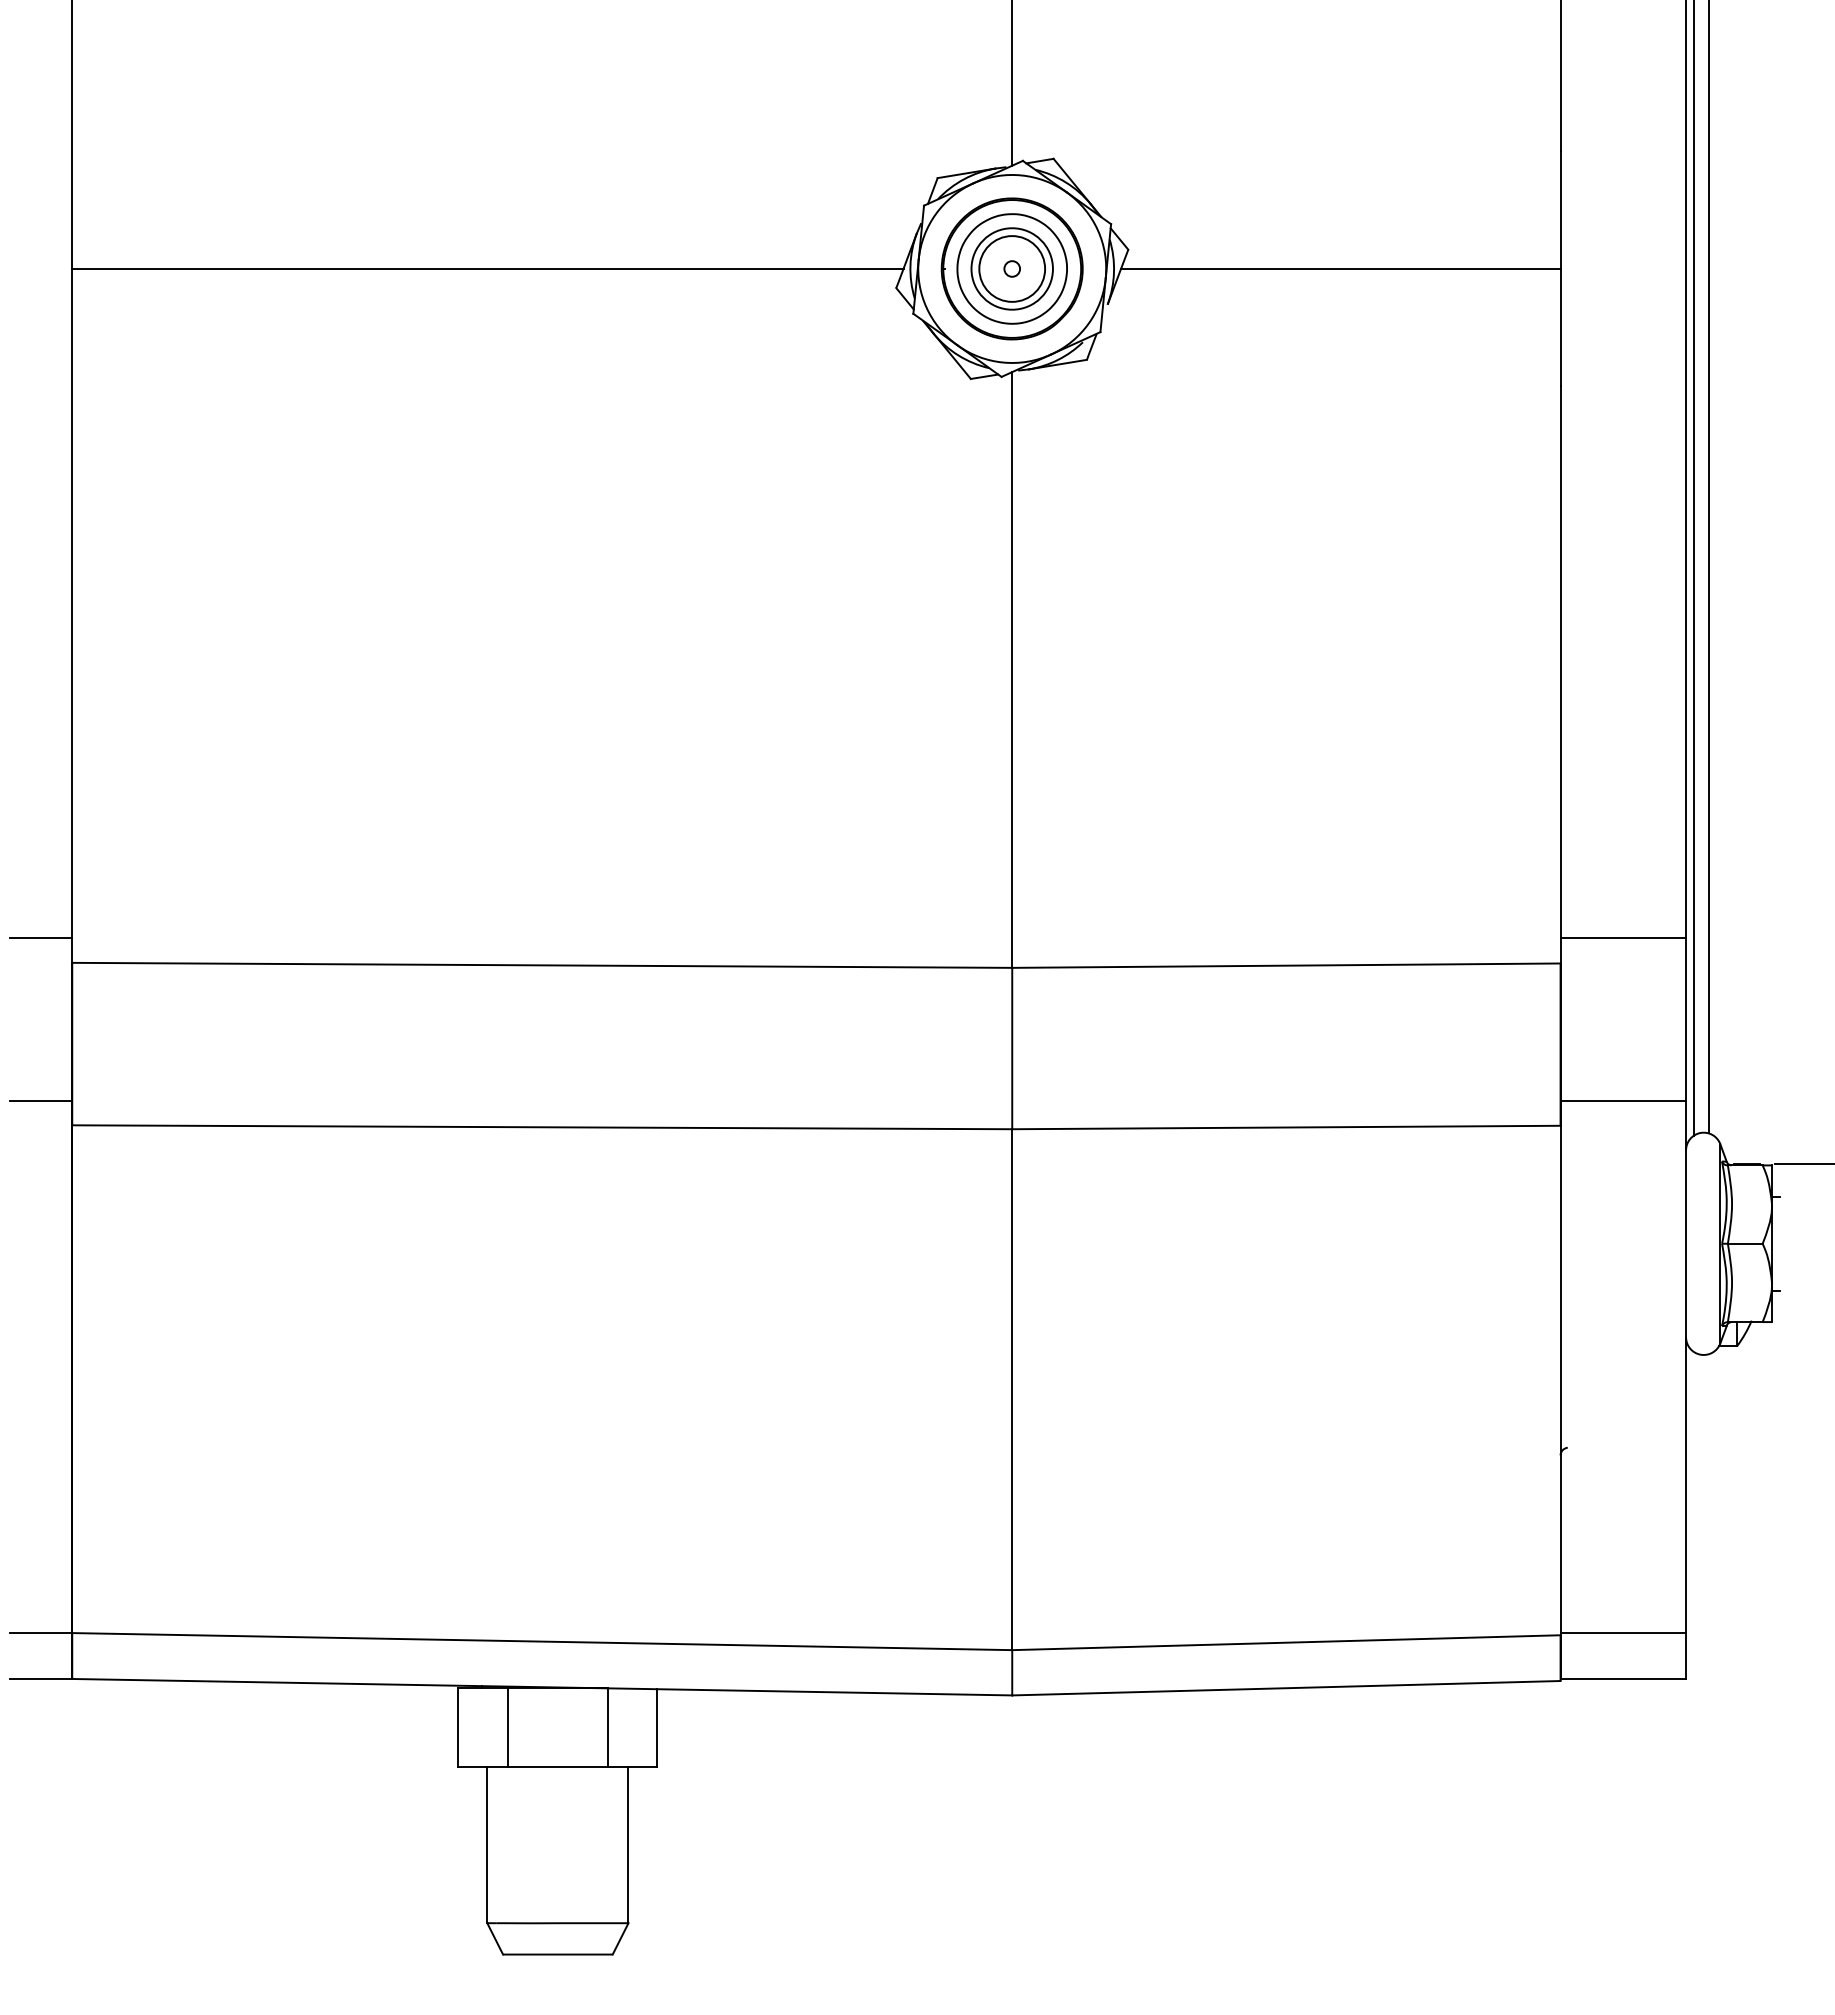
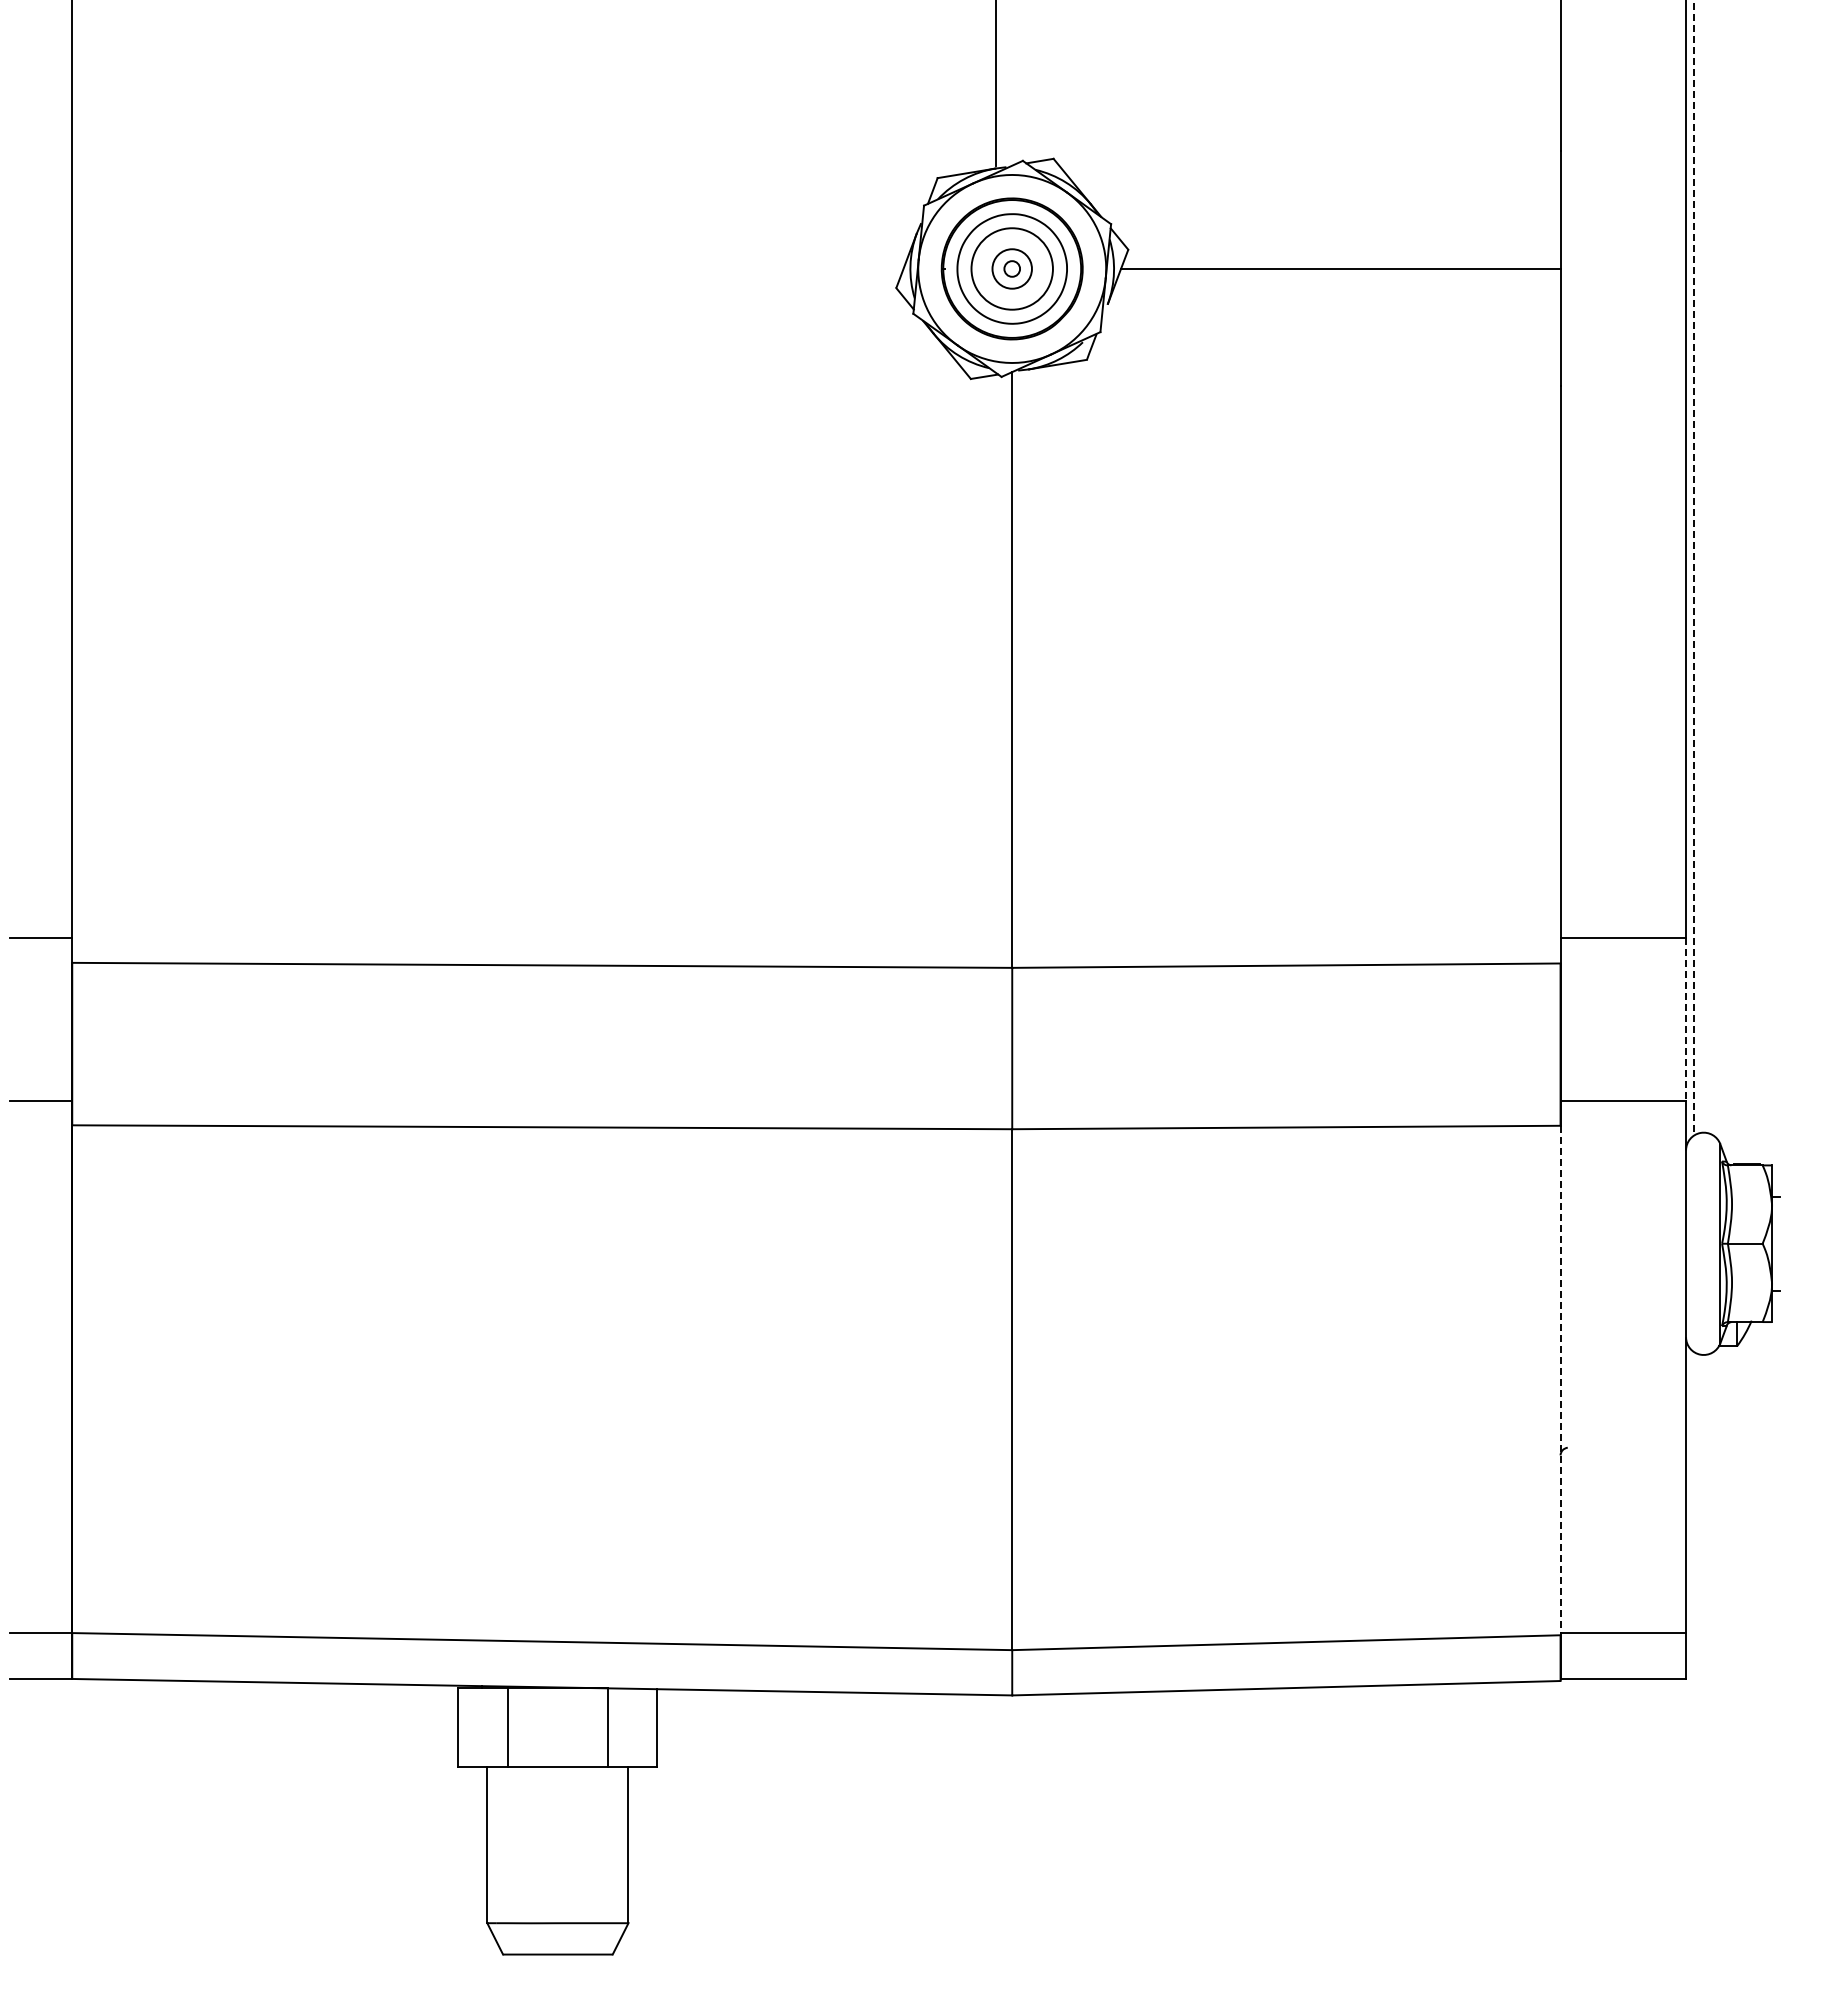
line at (1012, 83) position: (1012, 83) -> (996, 83)
line at (487, 268): present -> none
circle at (1012, 268) diameter: 66 px -> 39 px
line at (1709, 567): present -> none
line at (1693, 568): solid -> dashed
line at (1685, 1019): solid -> dashed
line at (1802, 1164): present -> none
line at (1560, 1380): solid -> dashed
